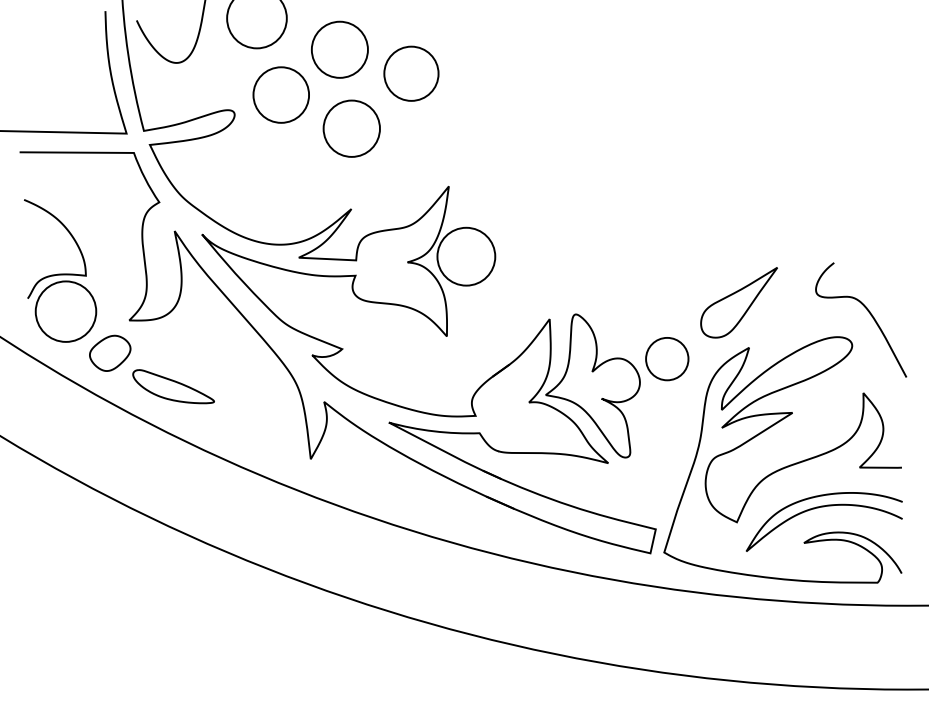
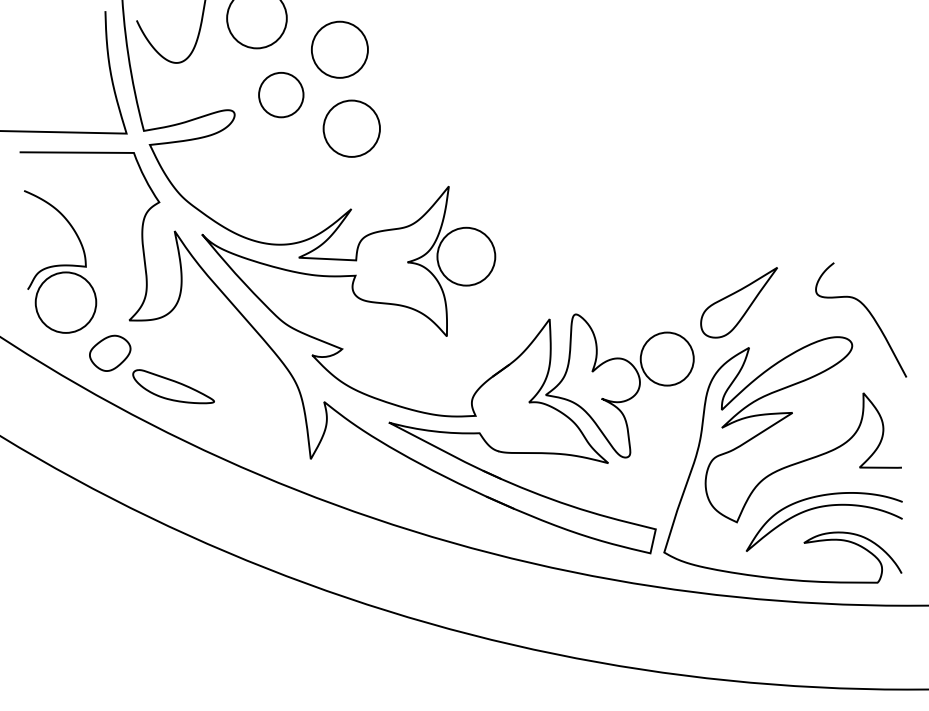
circle at (411, 73): present -> none
circle at (281, 94) diameter: 56 px -> 44 px
part at (60, 270) position: (60, 270) -> (60, 261)
circle at (667, 358) diameter: 42 px -> 53 px
